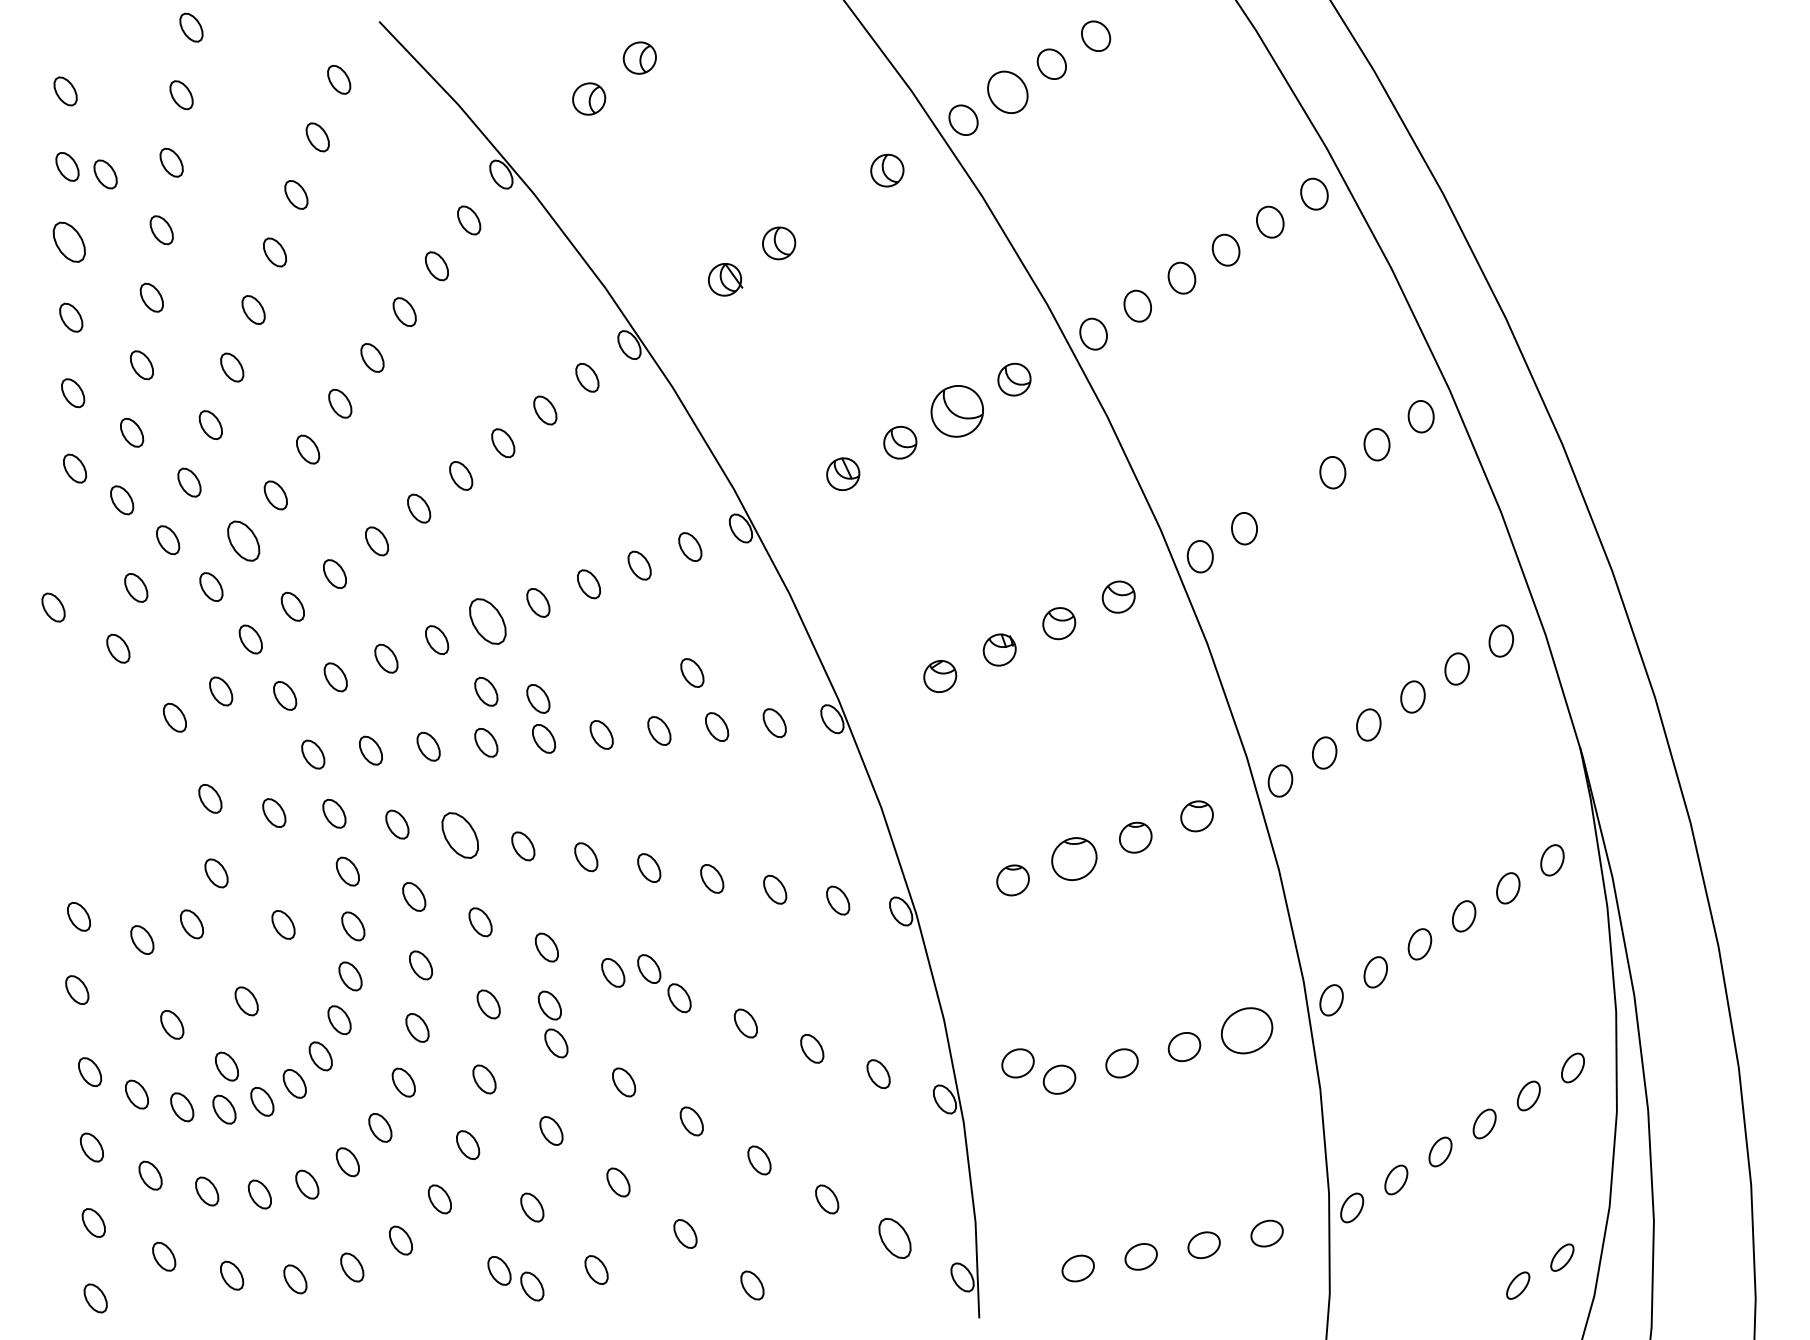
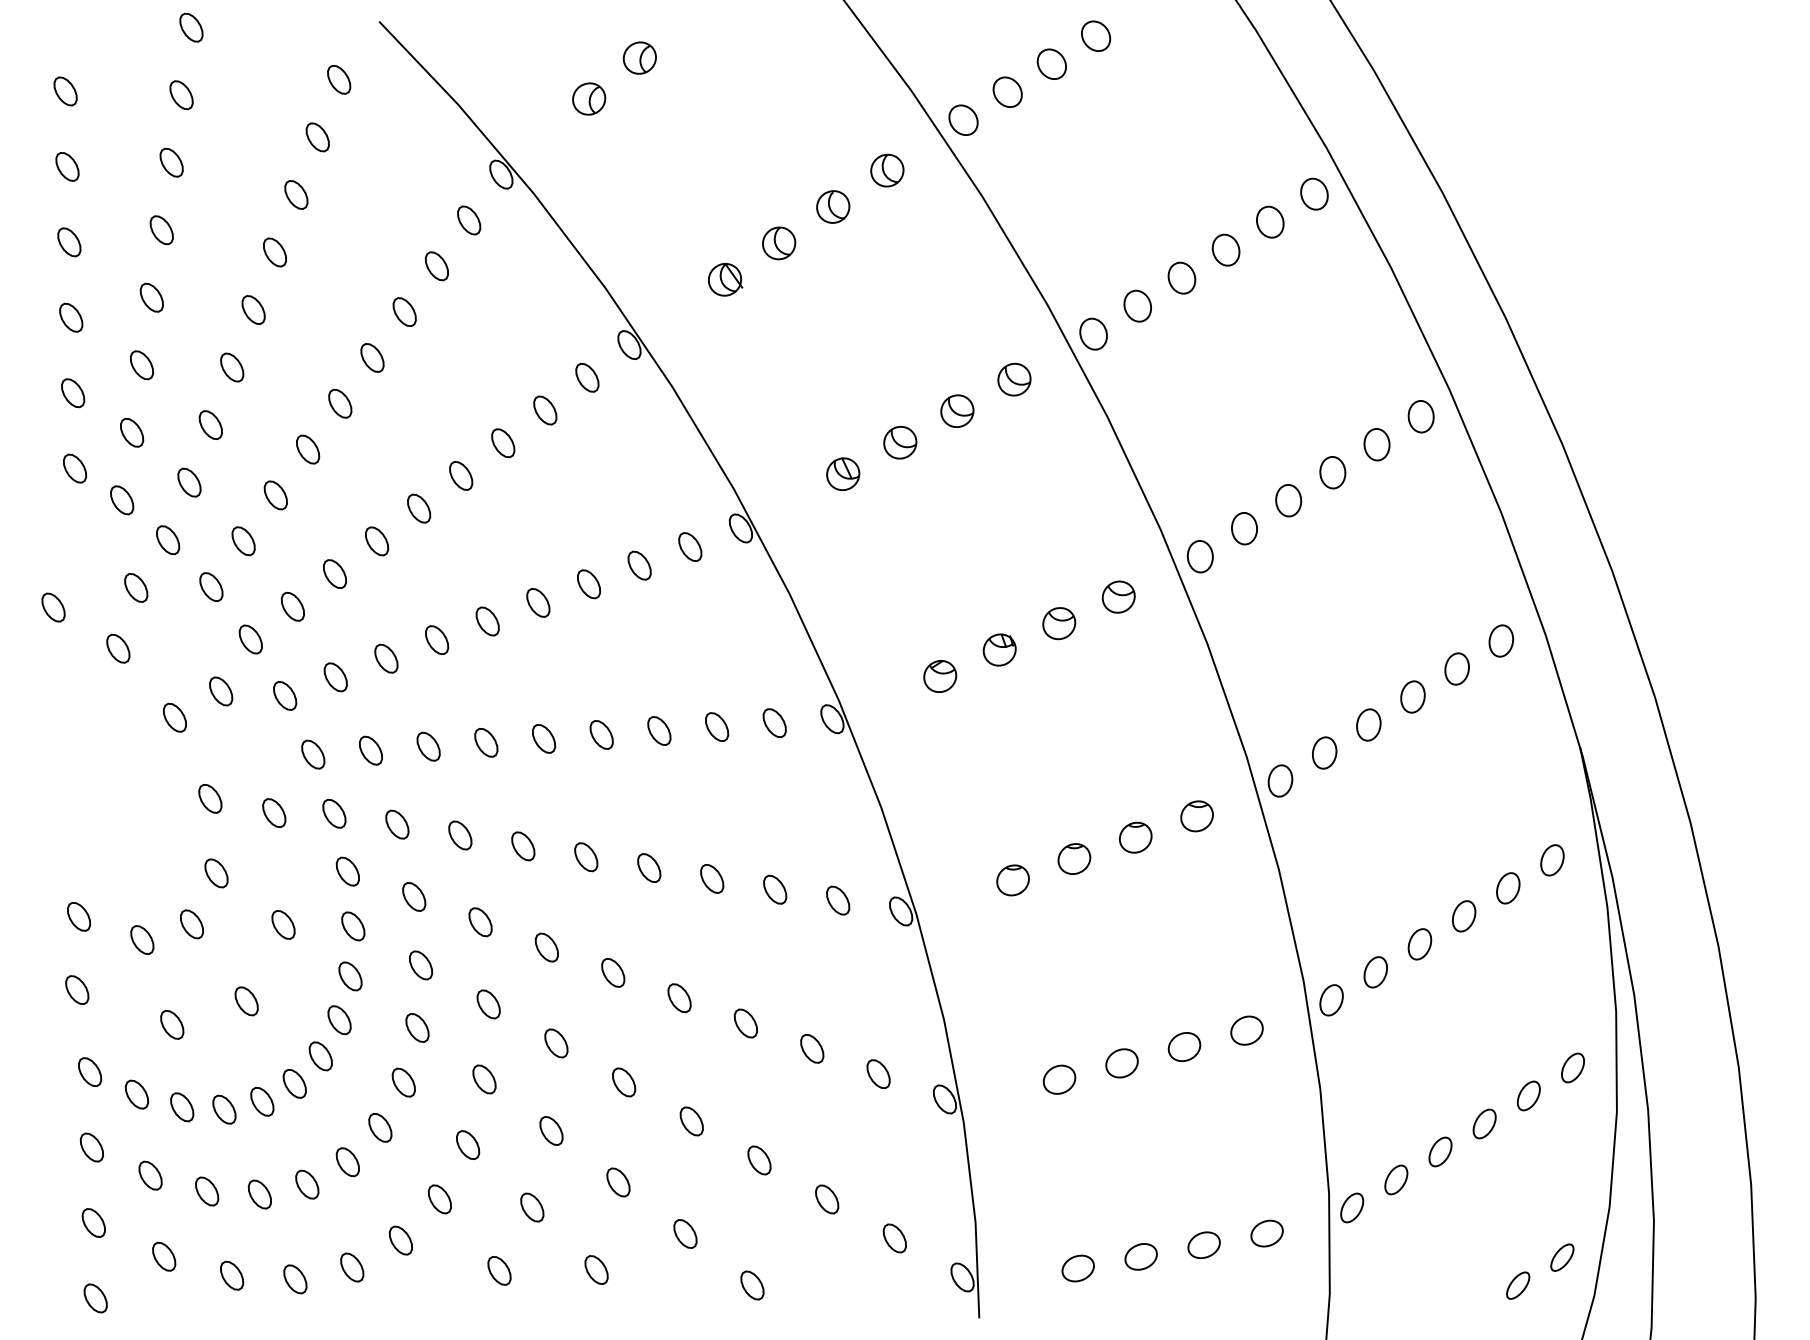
part at (1007, 91) size: 42x44 px -> 31x32 px
part at (105, 174): present -> none
part at (833, 206): none -> present
part at (68, 241) size: 34x42 px -> 25x31 px
part at (956, 411) size: 54x53 px -> 35x34 px
part at (1288, 500): none -> present
part at (243, 540) size: 34x42 px -> 25x31 px
part at (487, 621) size: 38x47 px -> 25x31 px
part at (692, 672): present -> none
part at (486, 691): present -> none
part at (538, 698): present -> none
part at (459, 835) size: 38x47 px -> 25x31 px
part at (1074, 858) size: 47x44 px -> 35x32 px
part at (649, 968): present -> none
part at (549, 1005): present -> none
part at (1246, 1030) size: 54x48 px -> 34x31 px
part at (1017, 1063): present -> none
part at (226, 1066): present -> none
part at (894, 1238) size: 34x41 px -> 25x31 px
part at (532, 1286): present -> none
